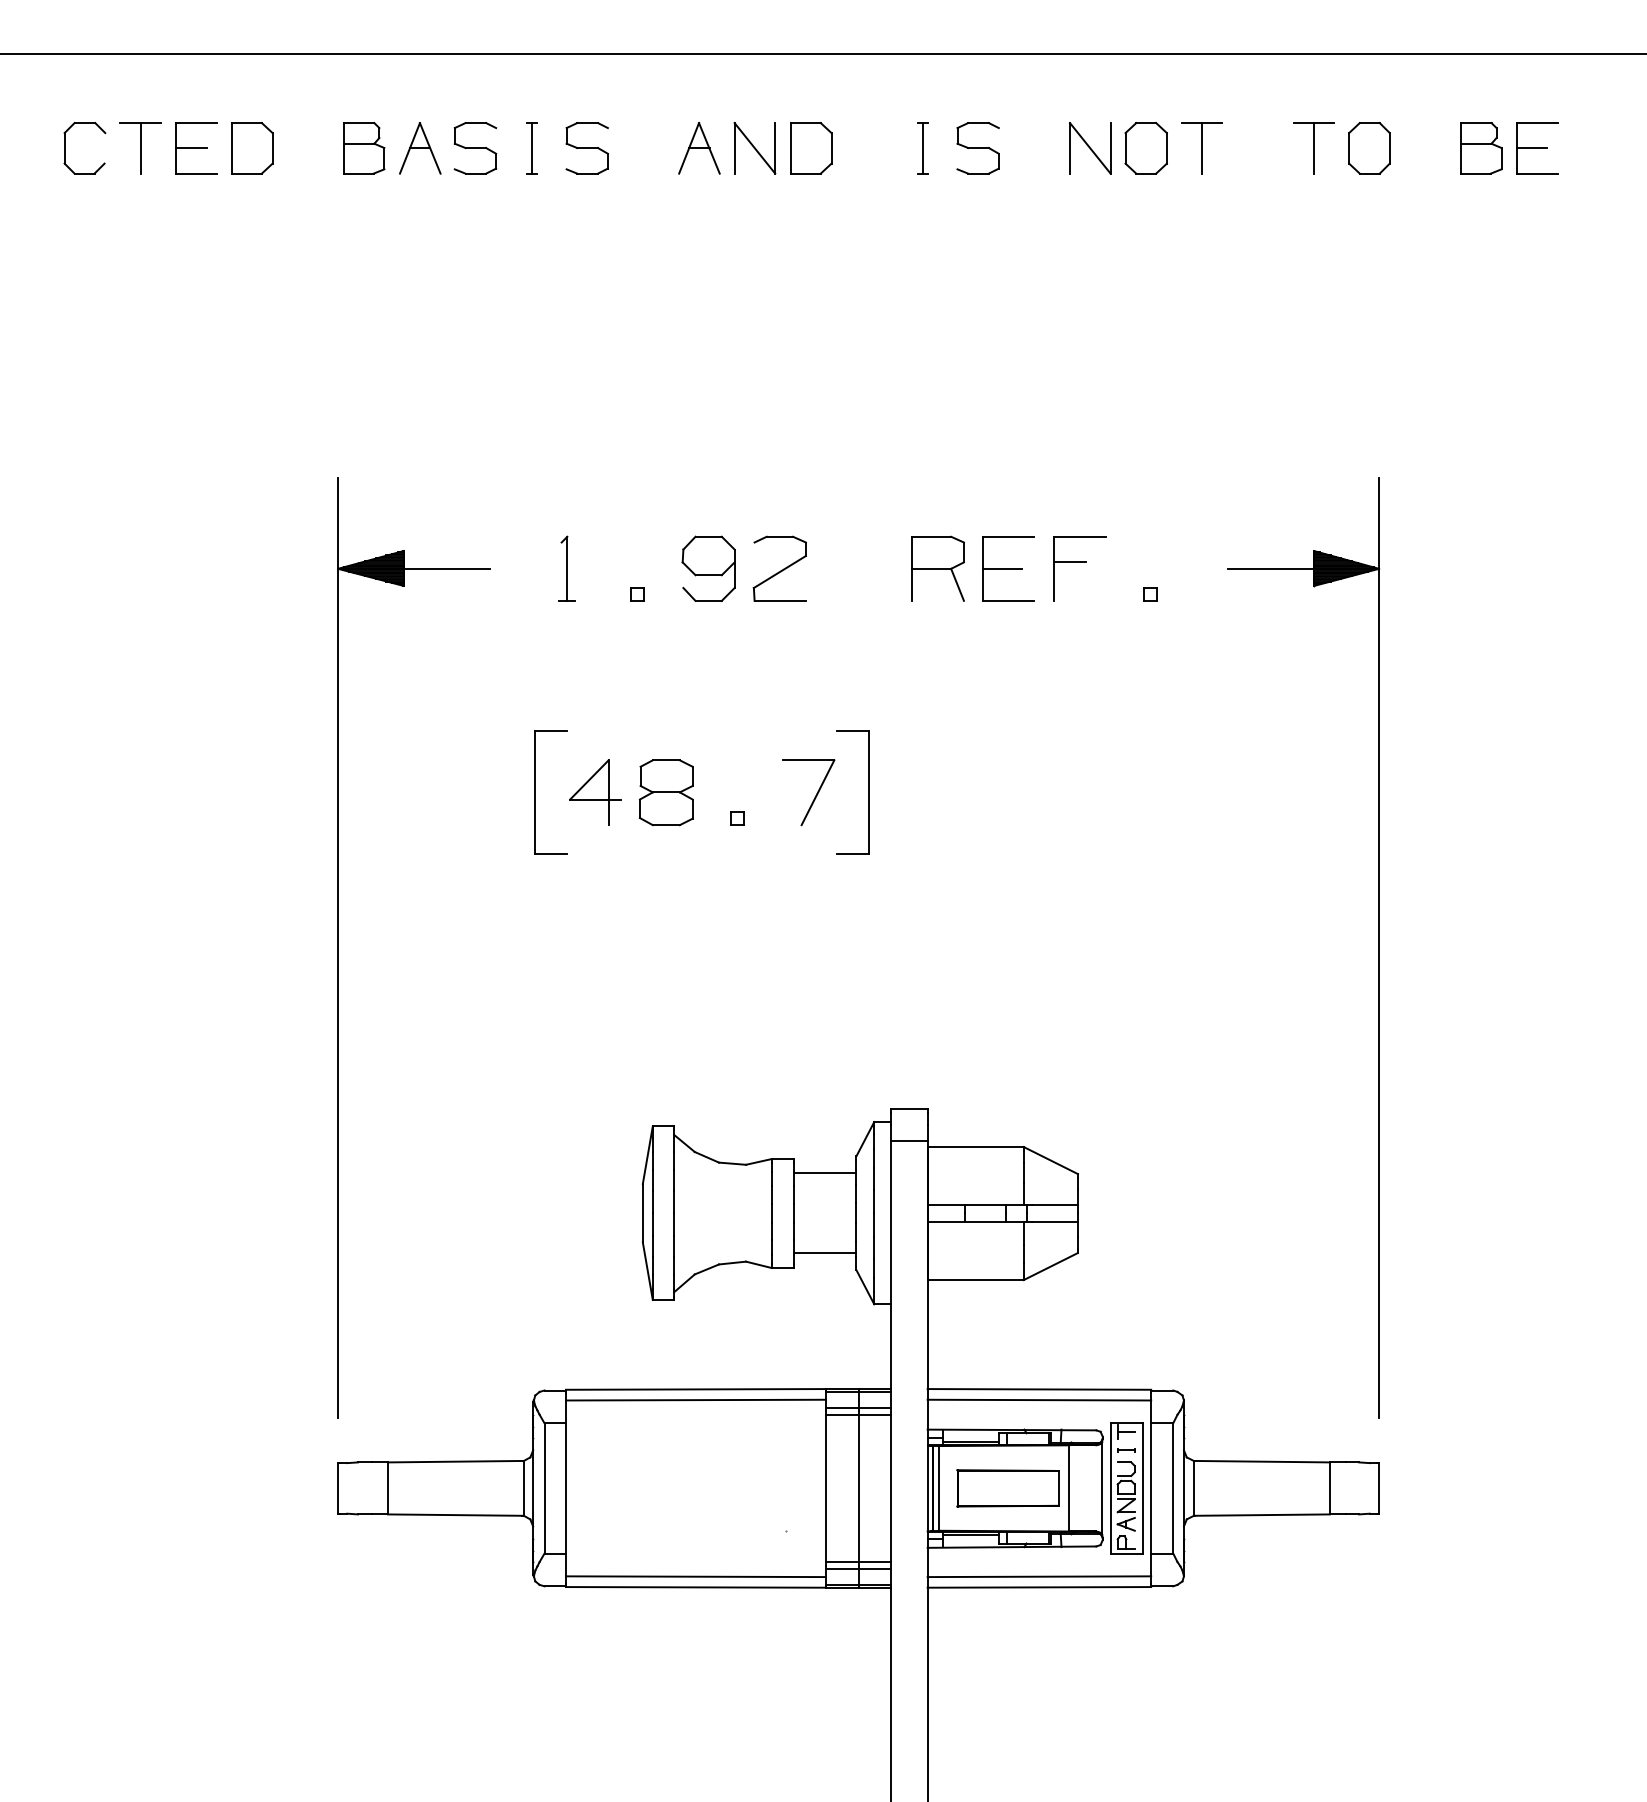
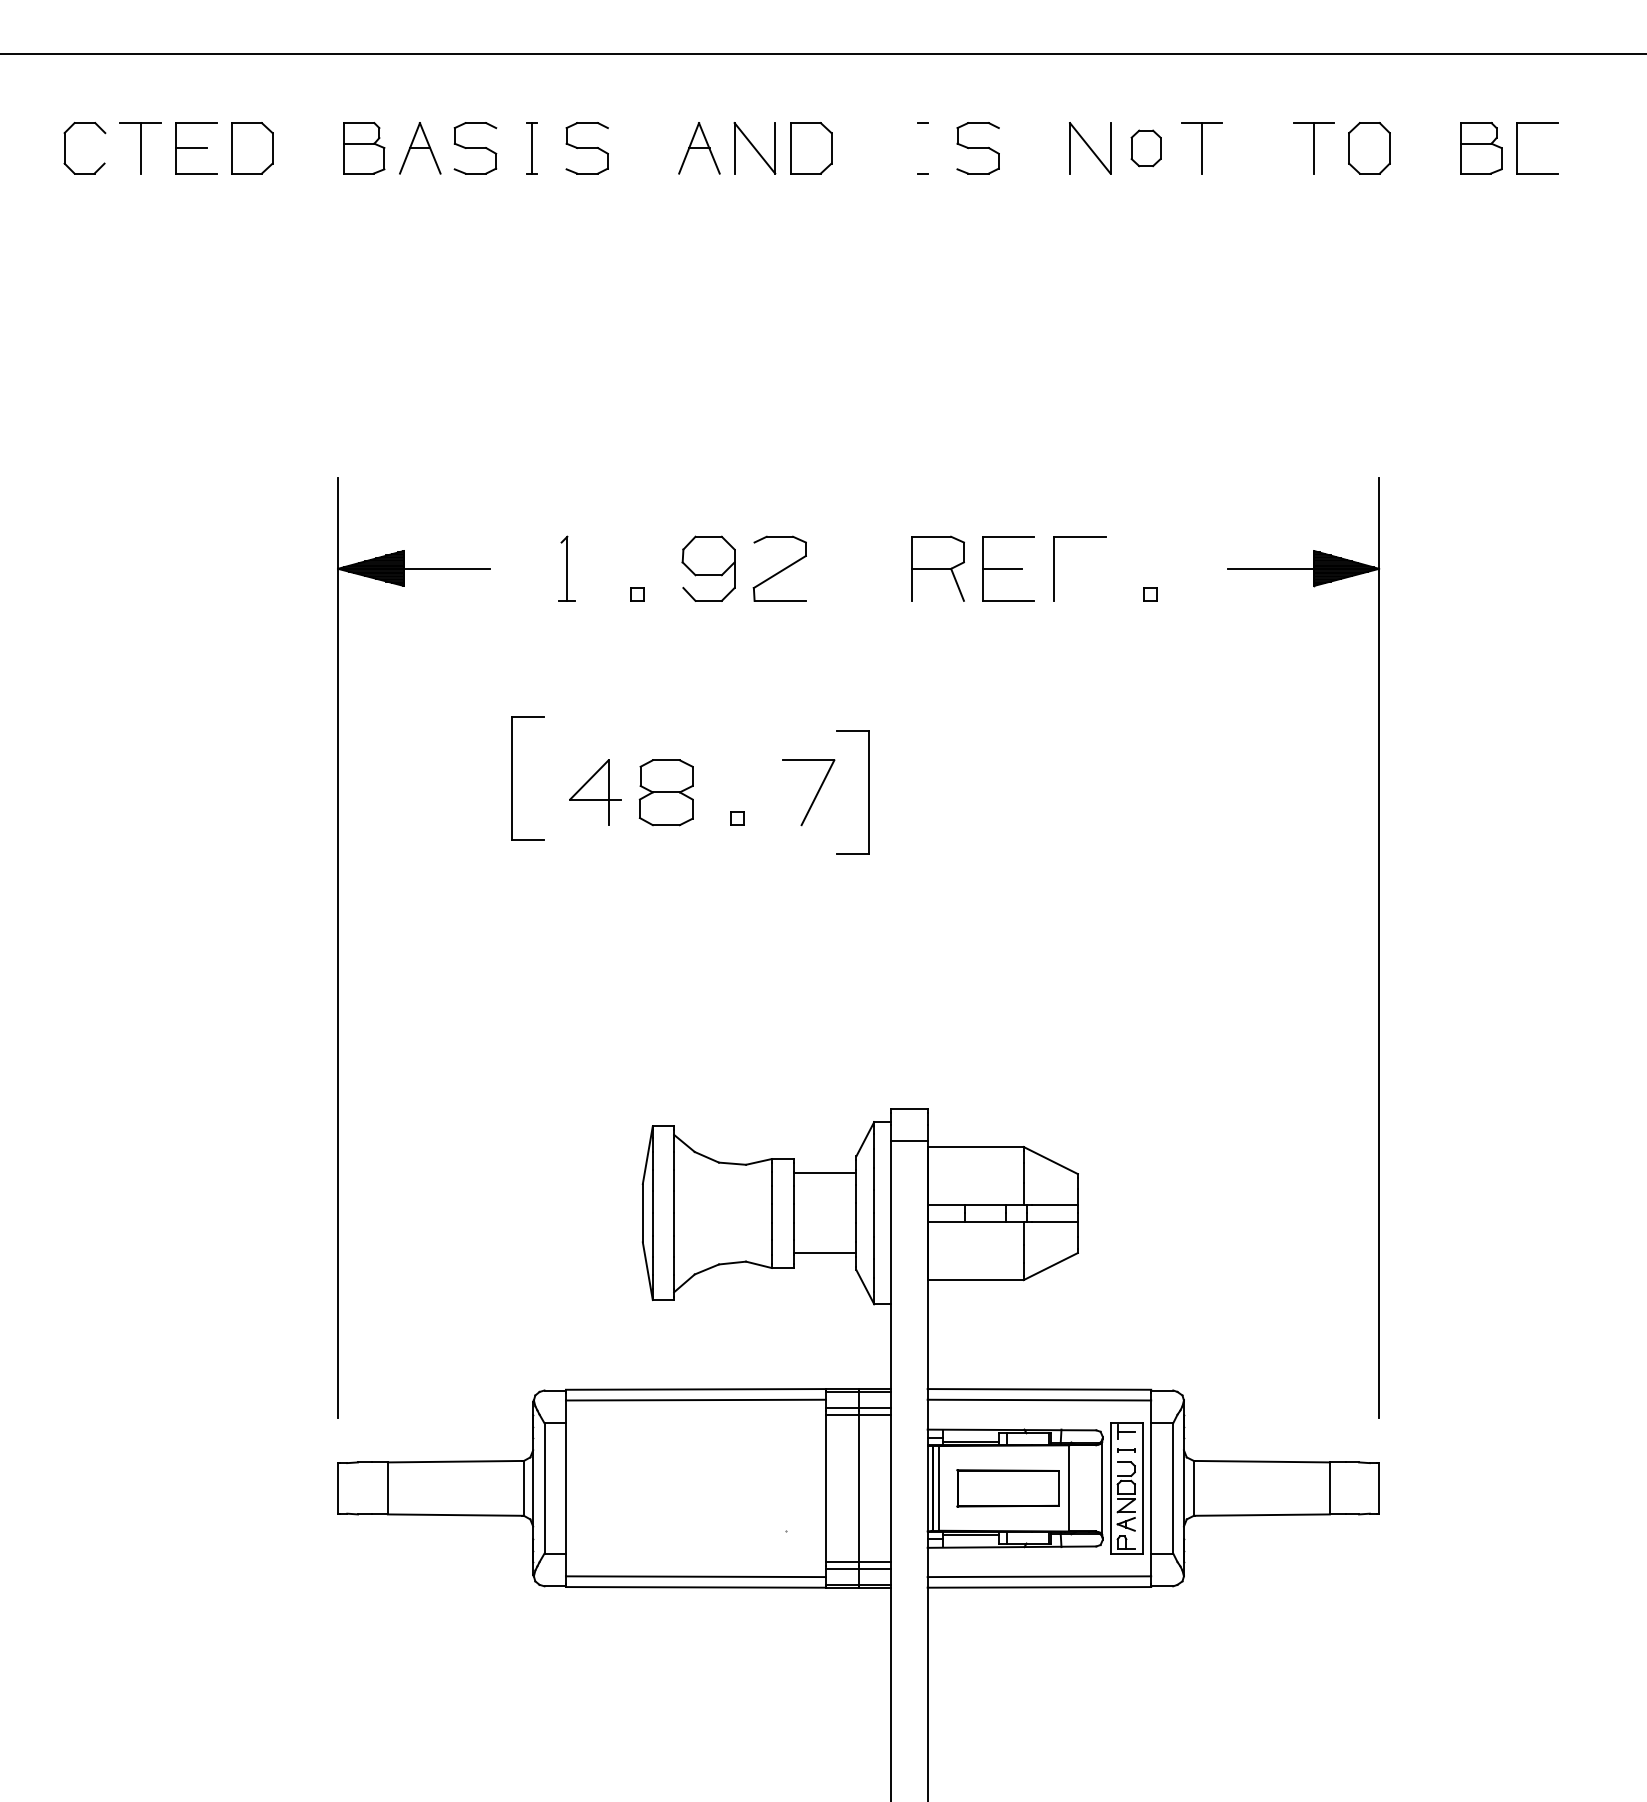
line at (922, 148): present -> none
part at (1145, 148) size: 44x53 px -> 32x39 px
line at (1532, 148): present -> none
line at (1069, 562): present -> none
part at (535, 792) position: (535, 792) -> (512, 778)
